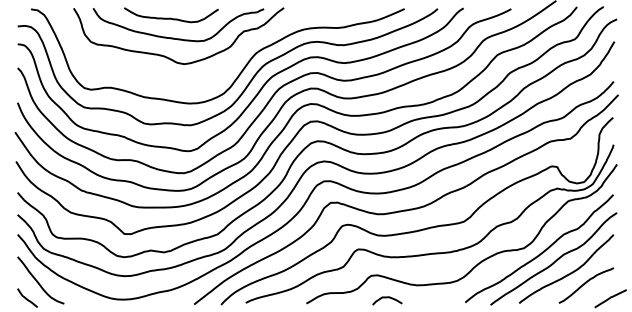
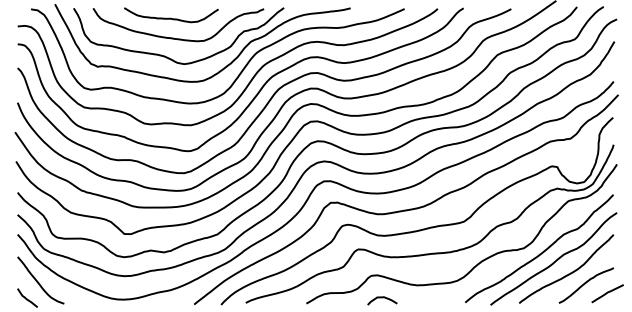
curve at (223, 67): none -> present
curve at (387, 298) position: (387, 298) -> (382, 298)
curve at (610, 298) position: (610, 298) -> (607, 293)
